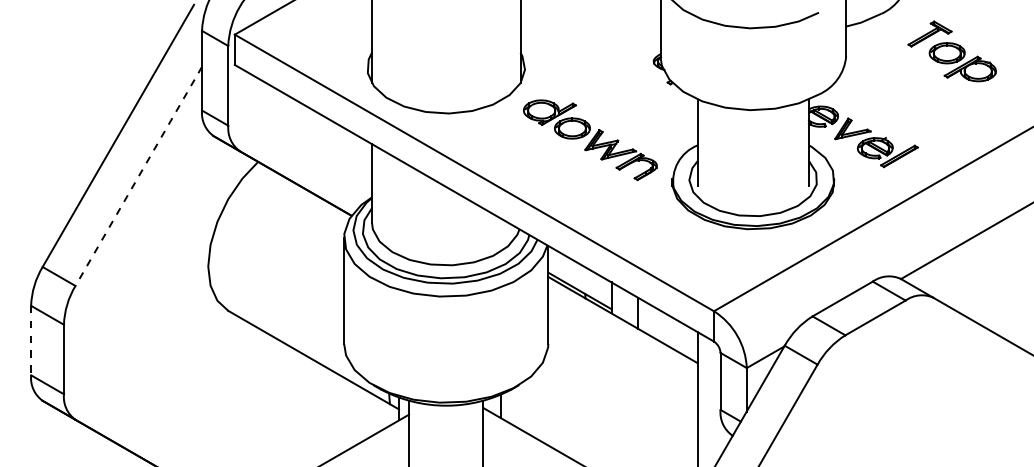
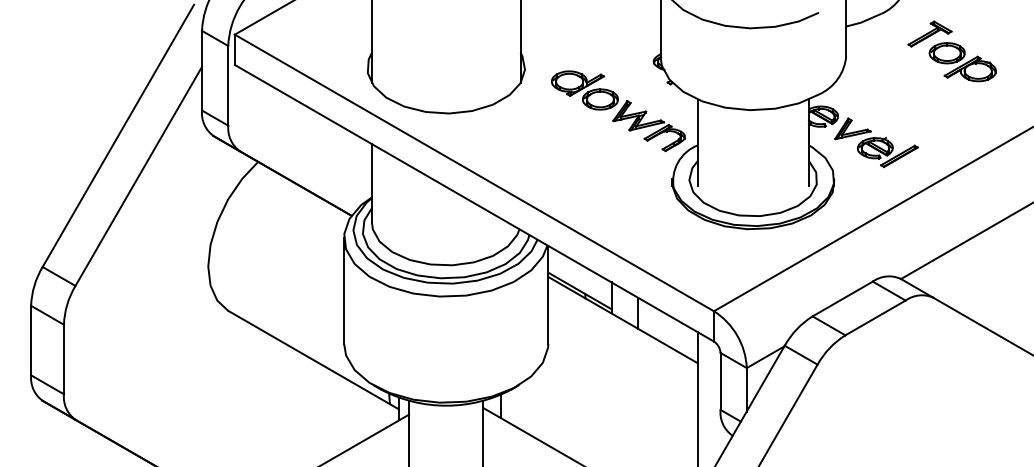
part at (590, 140) position: (590, 140) -> (618, 111)
line at (138, 176): dashed -> solid
line at (31, 340): dashed -> solid
